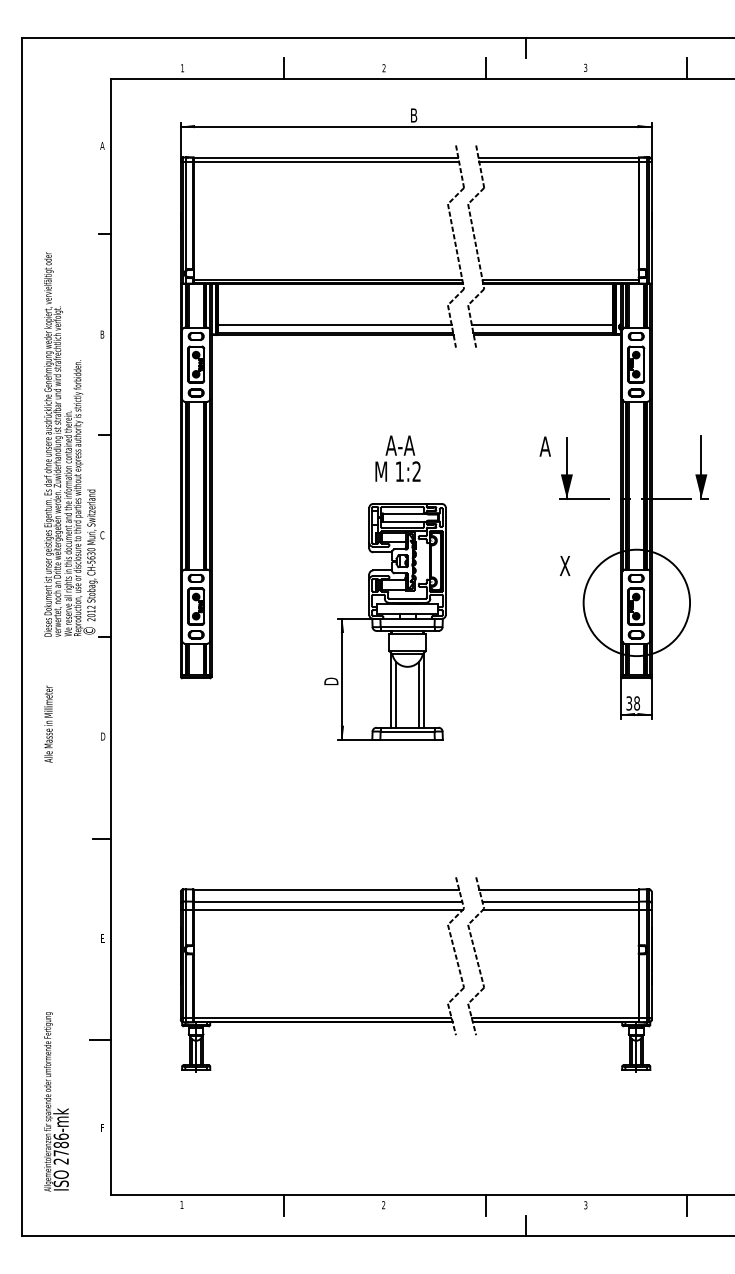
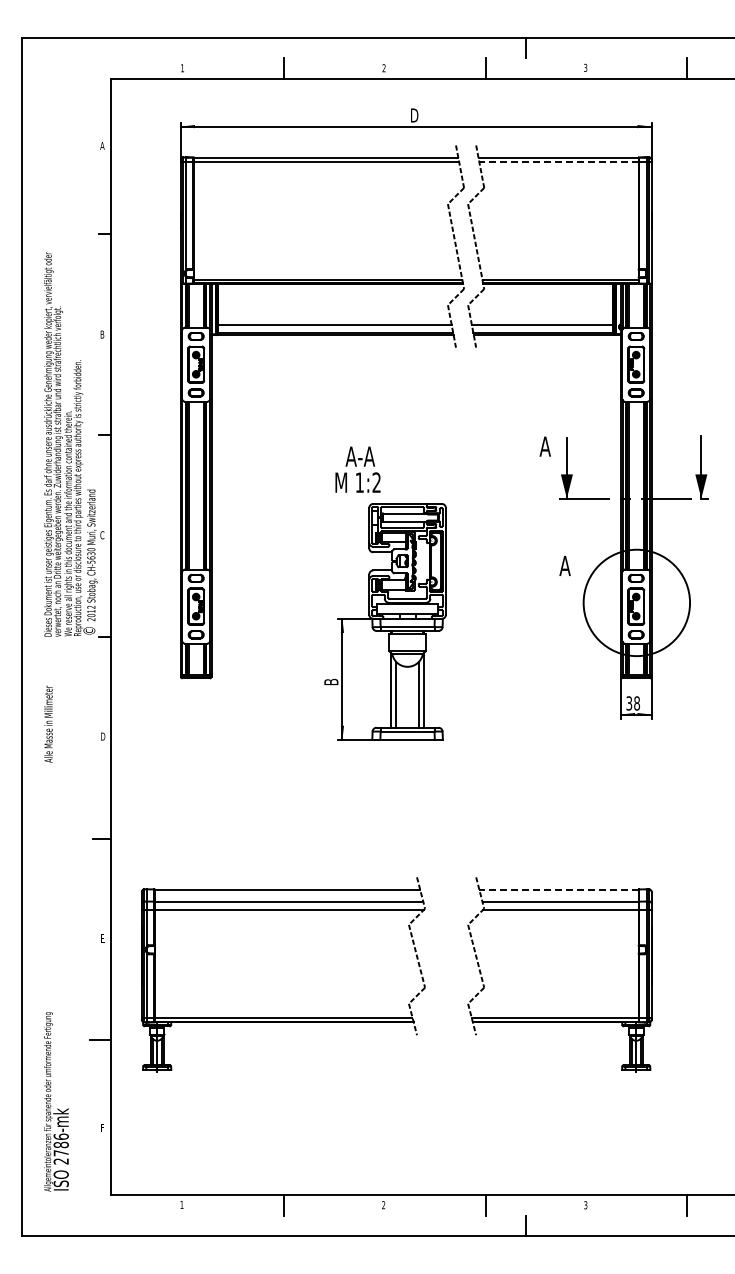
text at (415, 115): B -> D
line at (559, 162): solid -> dashed
text at (397, 458) position: (397, 458) -> (357, 469)
text at (564, 565): X -> A
text at (330, 680): D -> B
line at (559, 890): solid -> dashed
part at (322, 1017) position: (322, 1017) -> (283, 1017)
